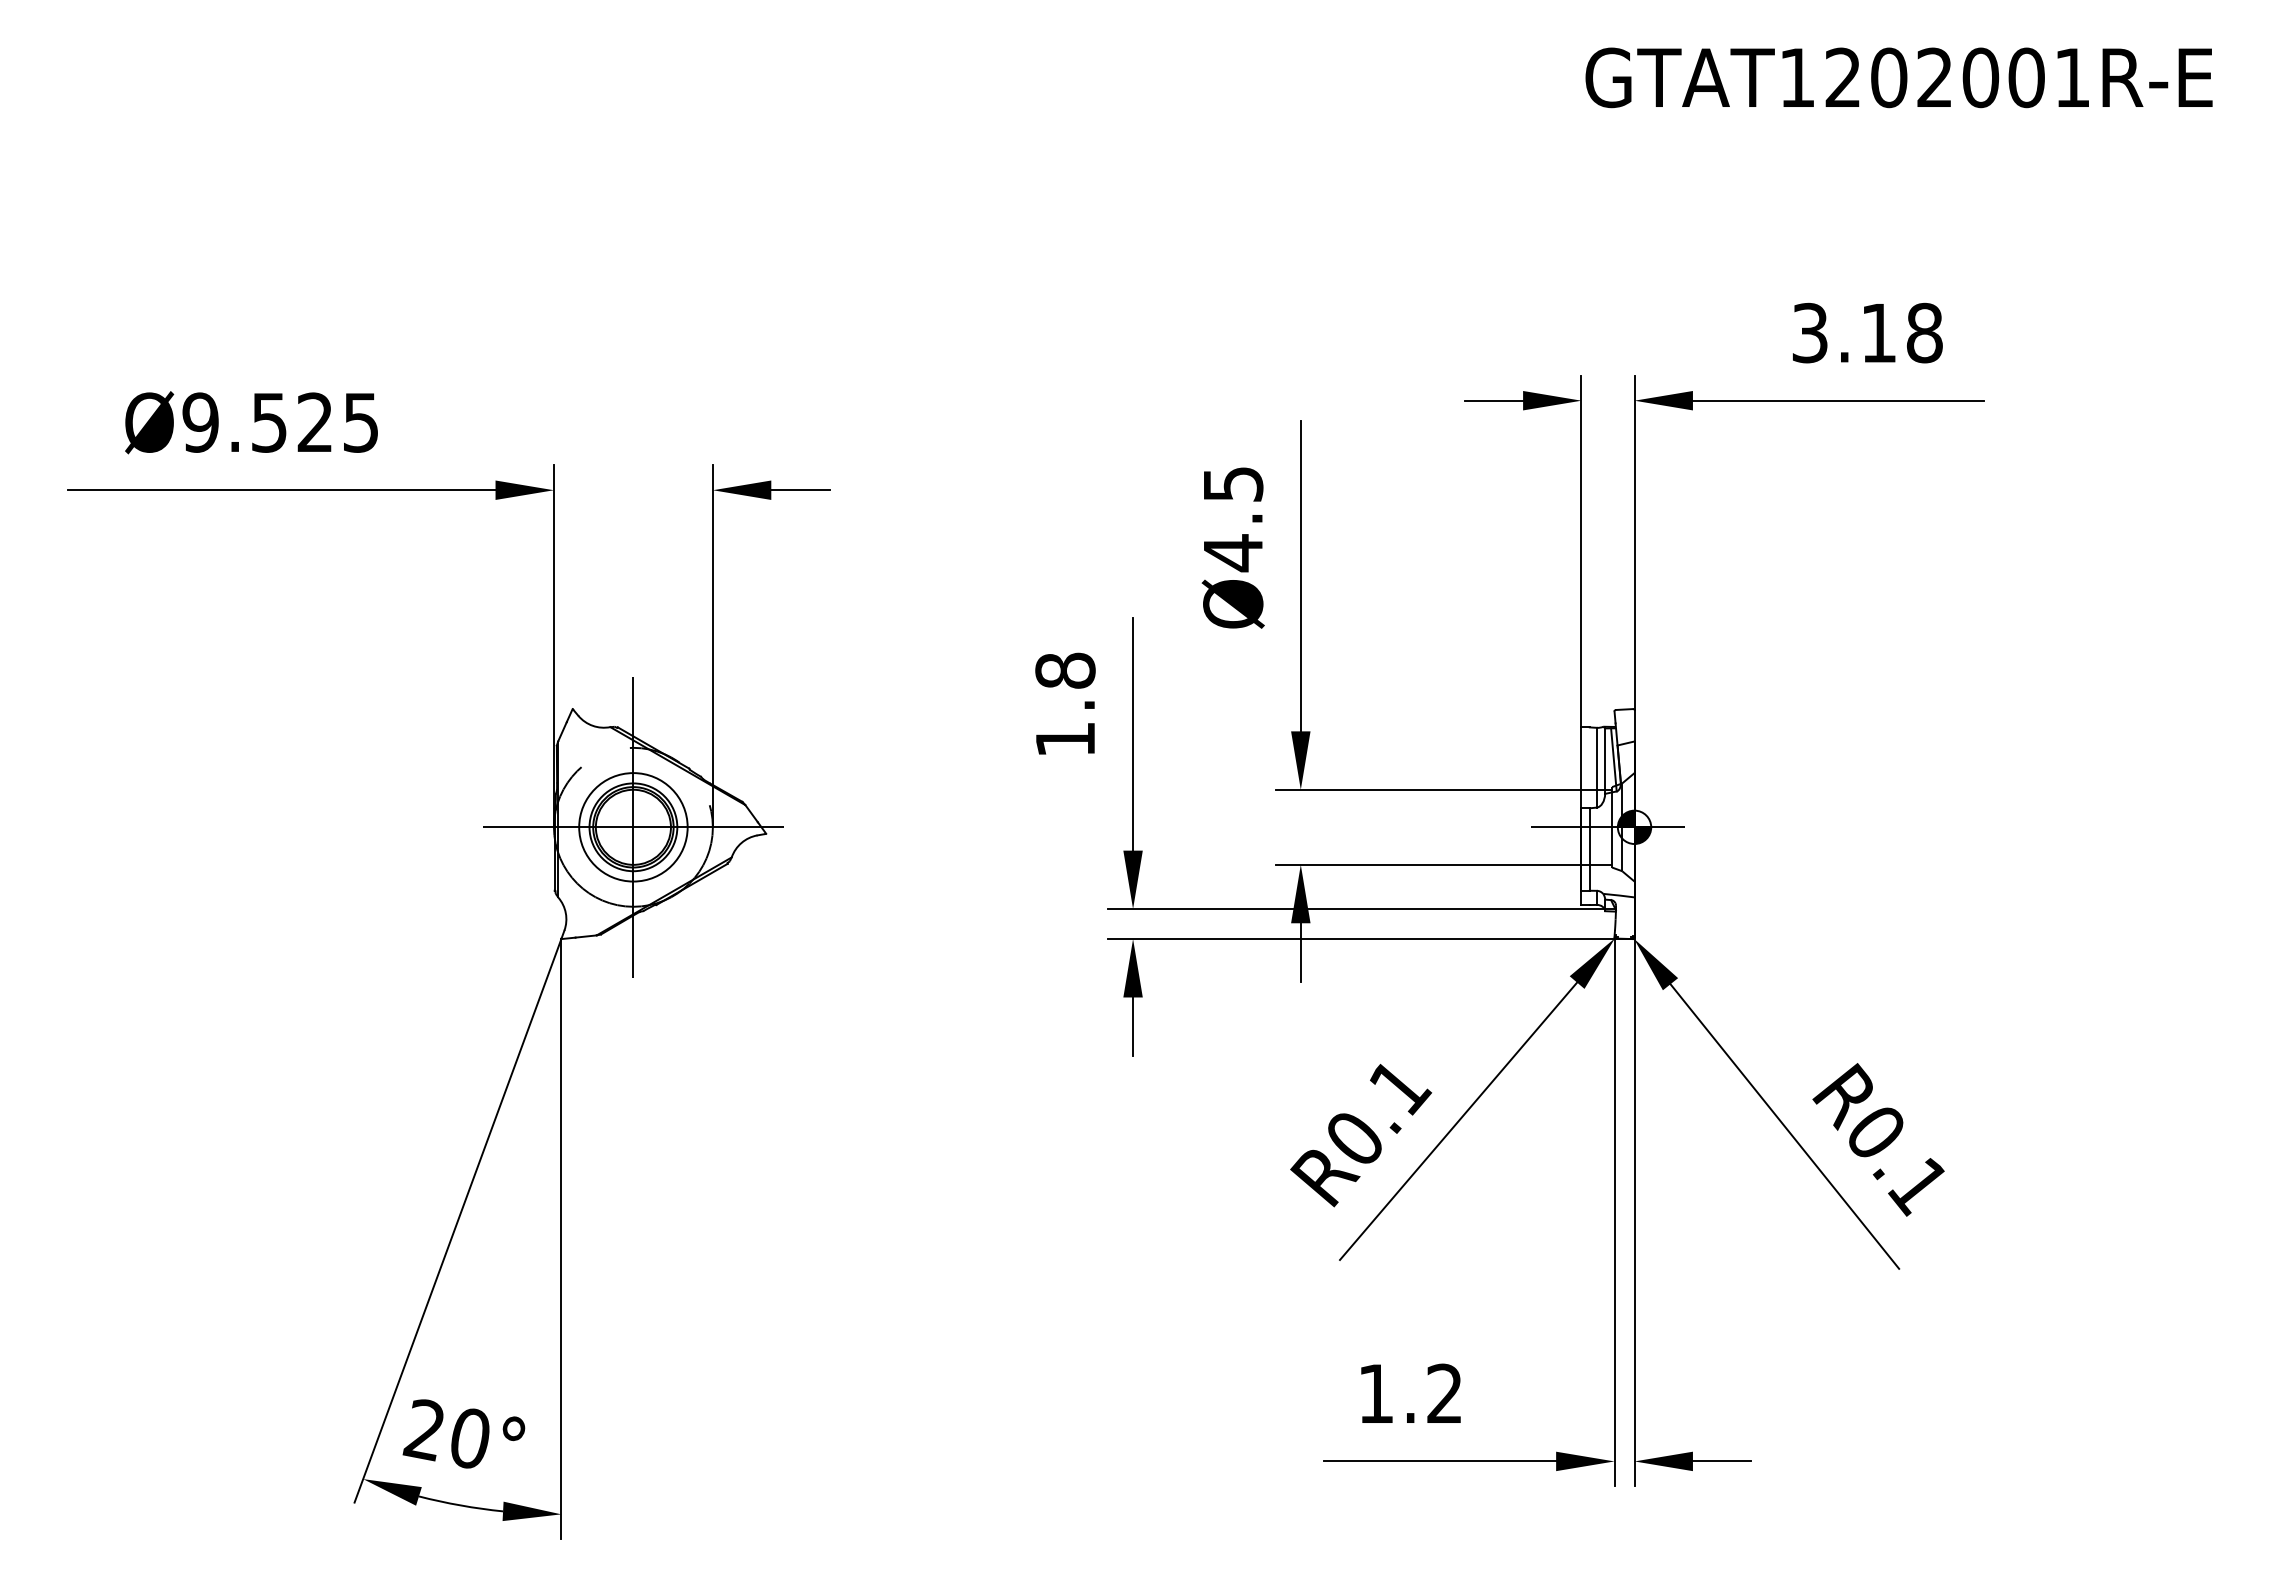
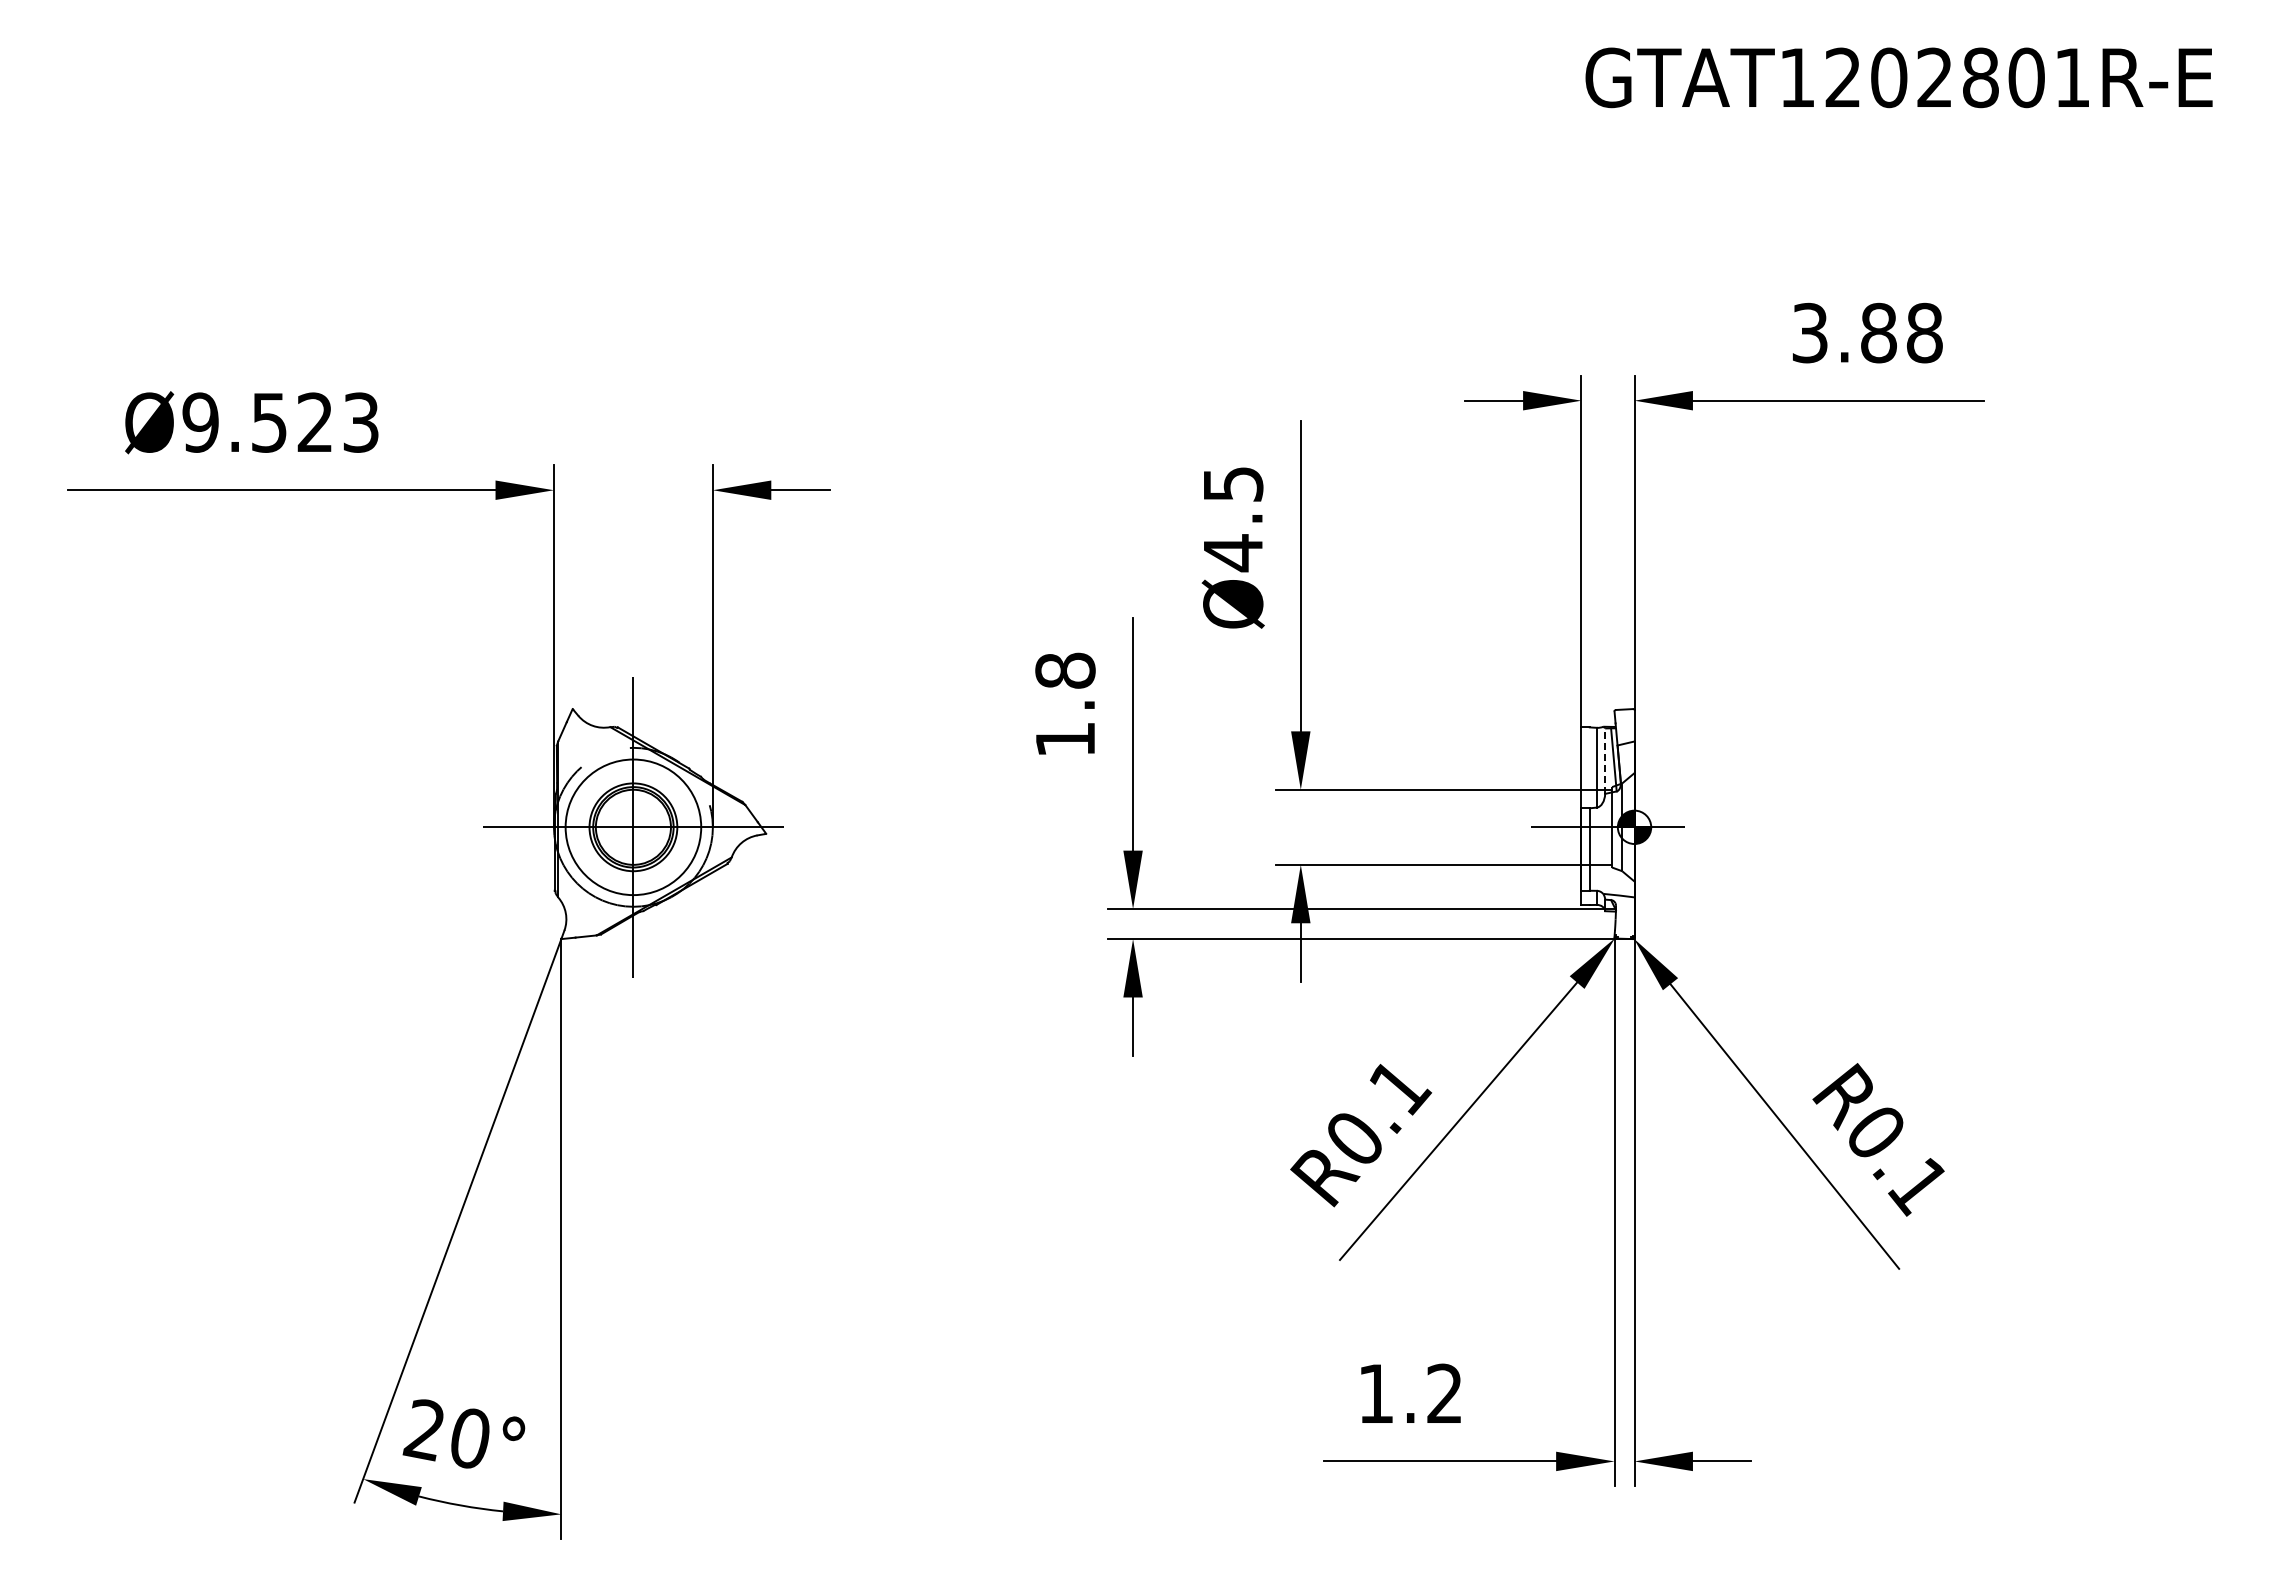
text at (1980, 77): GTAT1202001R-E -> GTAT1202801R-E
text at (1878, 332): 3.18 -> 3.88
text at (361, 422): Ø9.525 -> Ø9.523
line at (1605, 761): solid -> dashed
circle at (633, 827) diameter: 108 px -> 136 px
